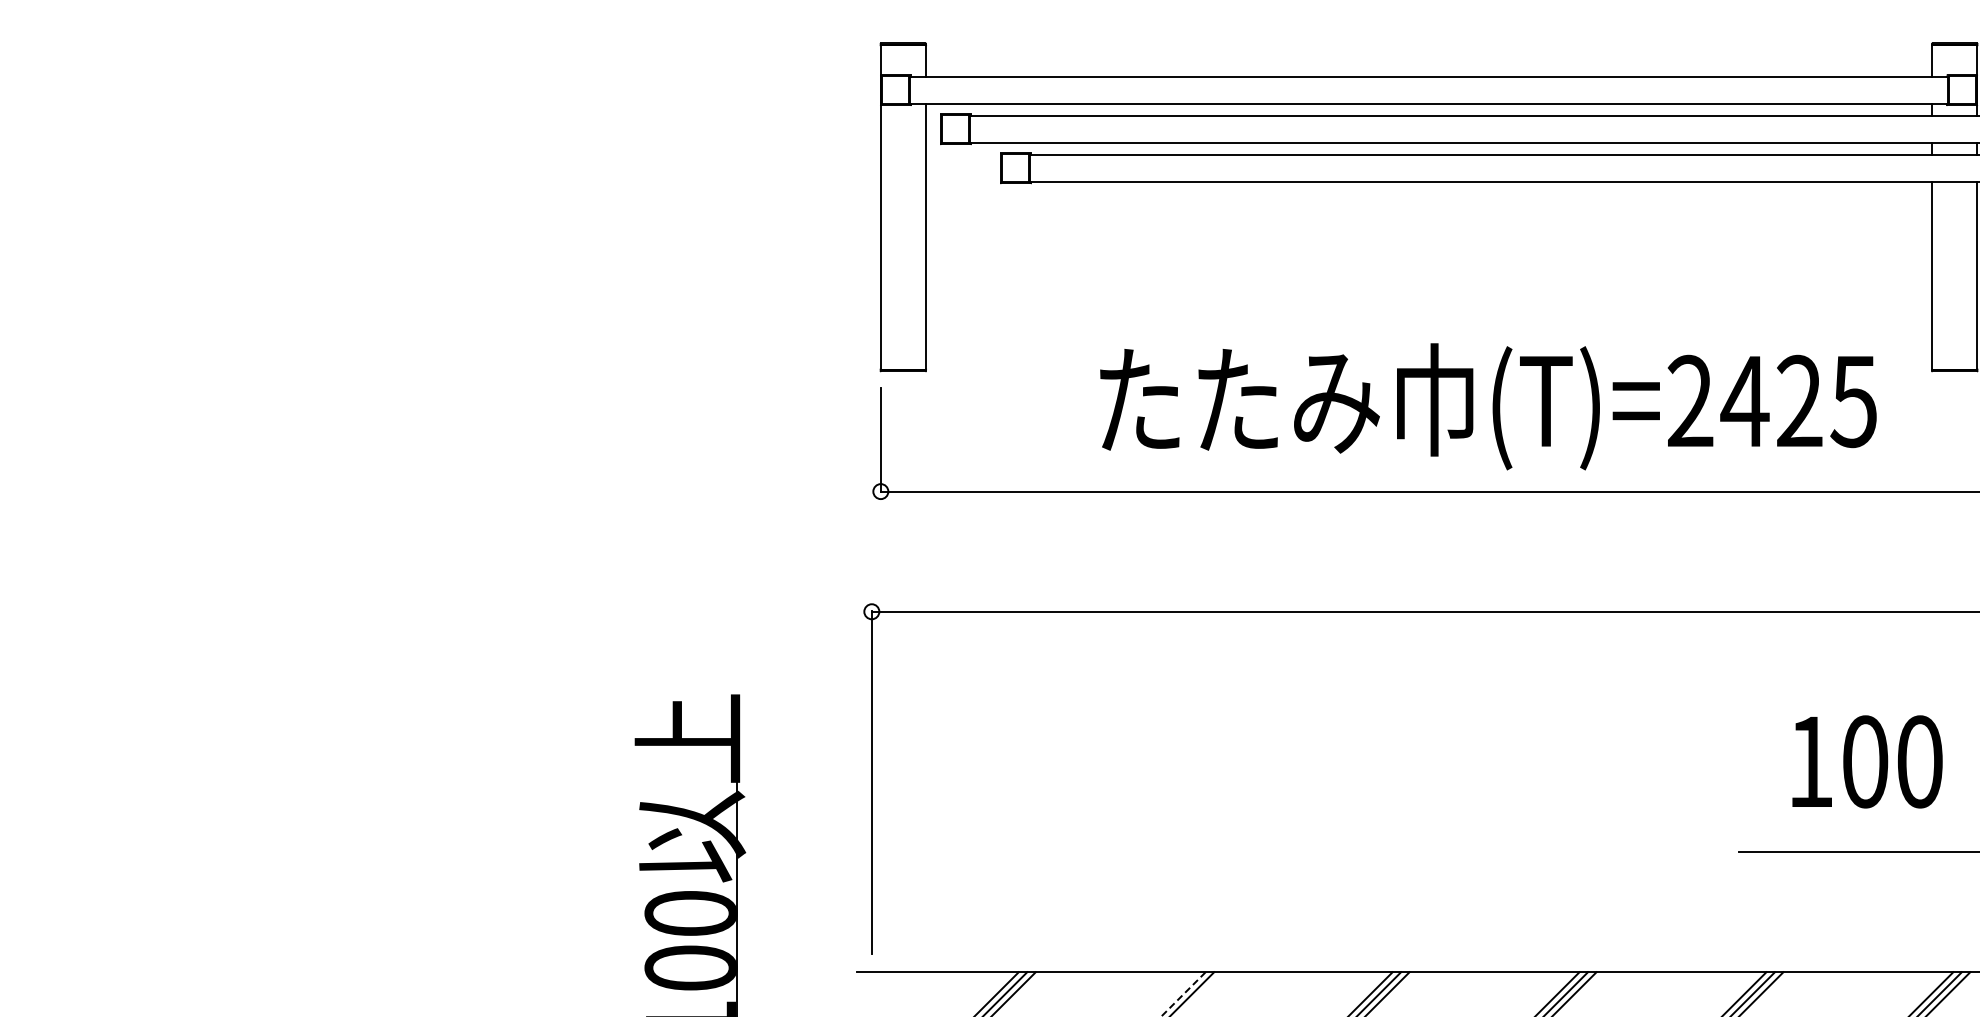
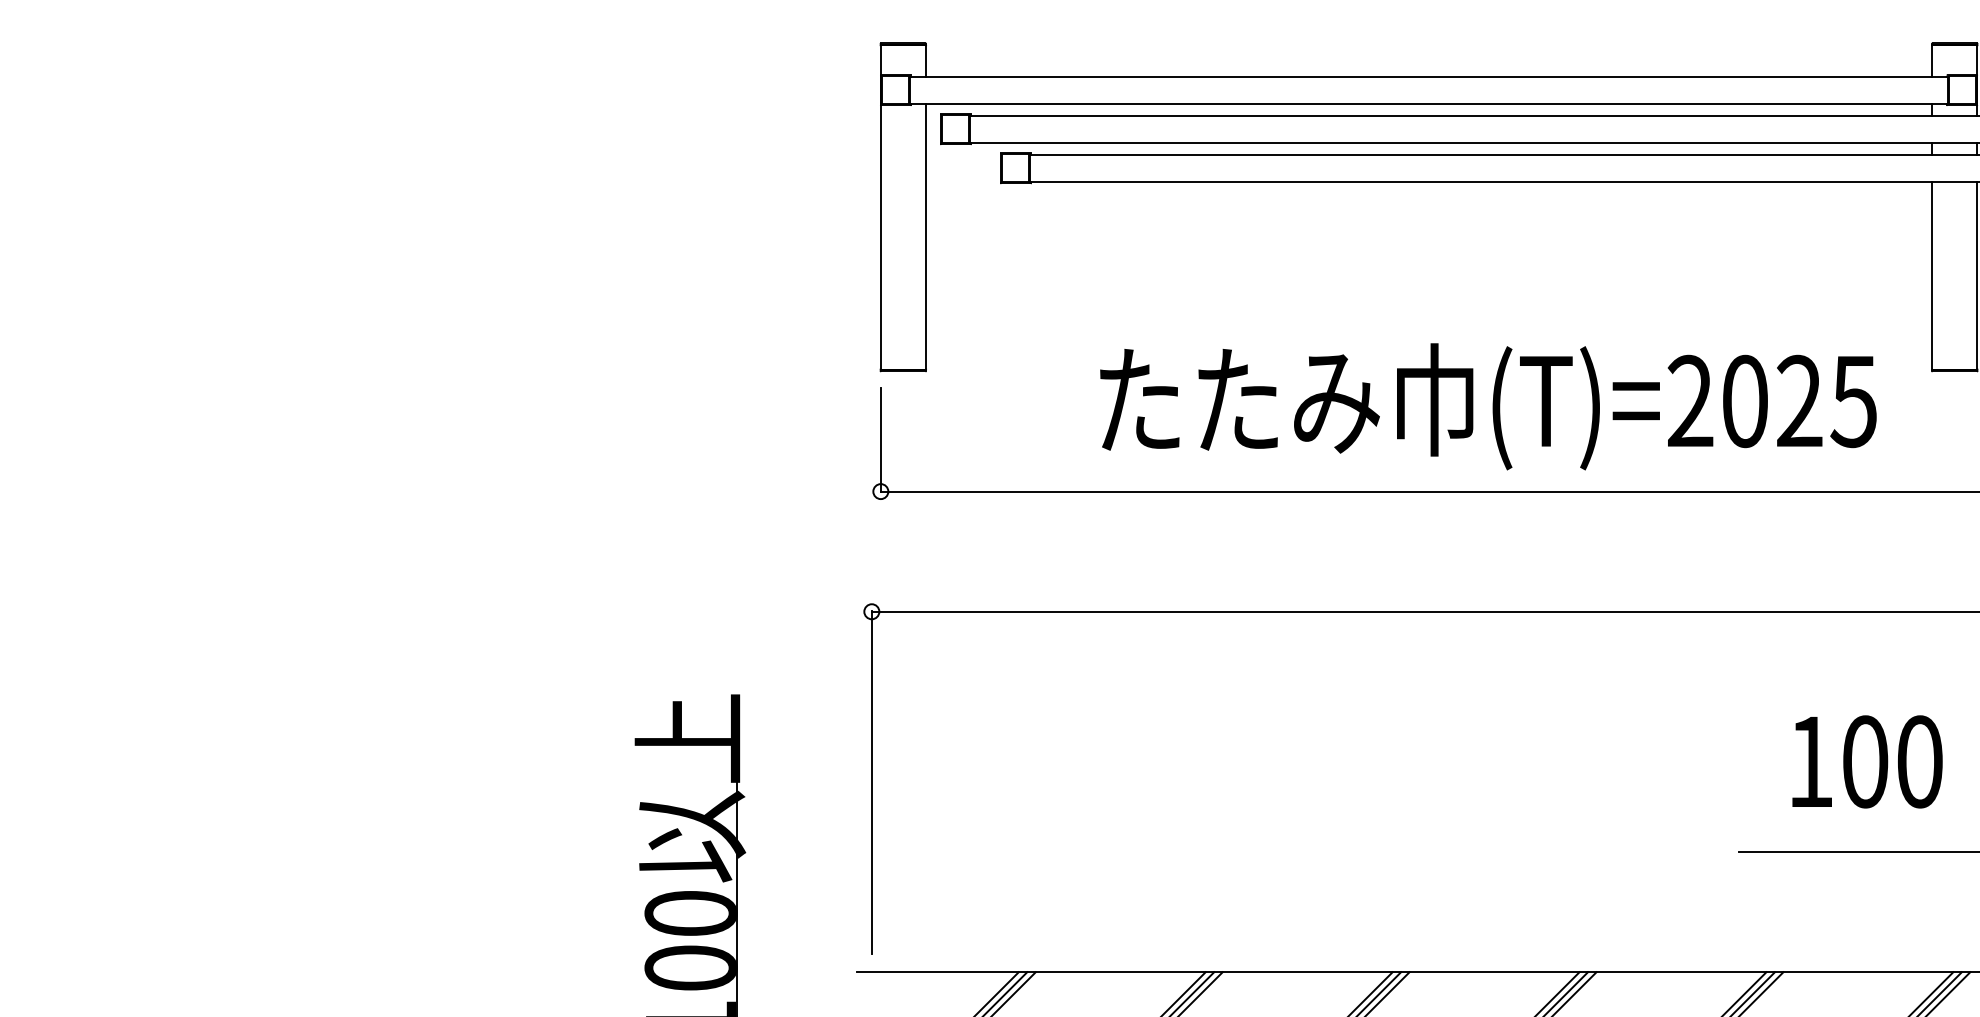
text at (1744, 401): (T)=2425 -> (T)=2025
line at (1201, 992): none -> present
line at (1183, 994): dashed -> solid
